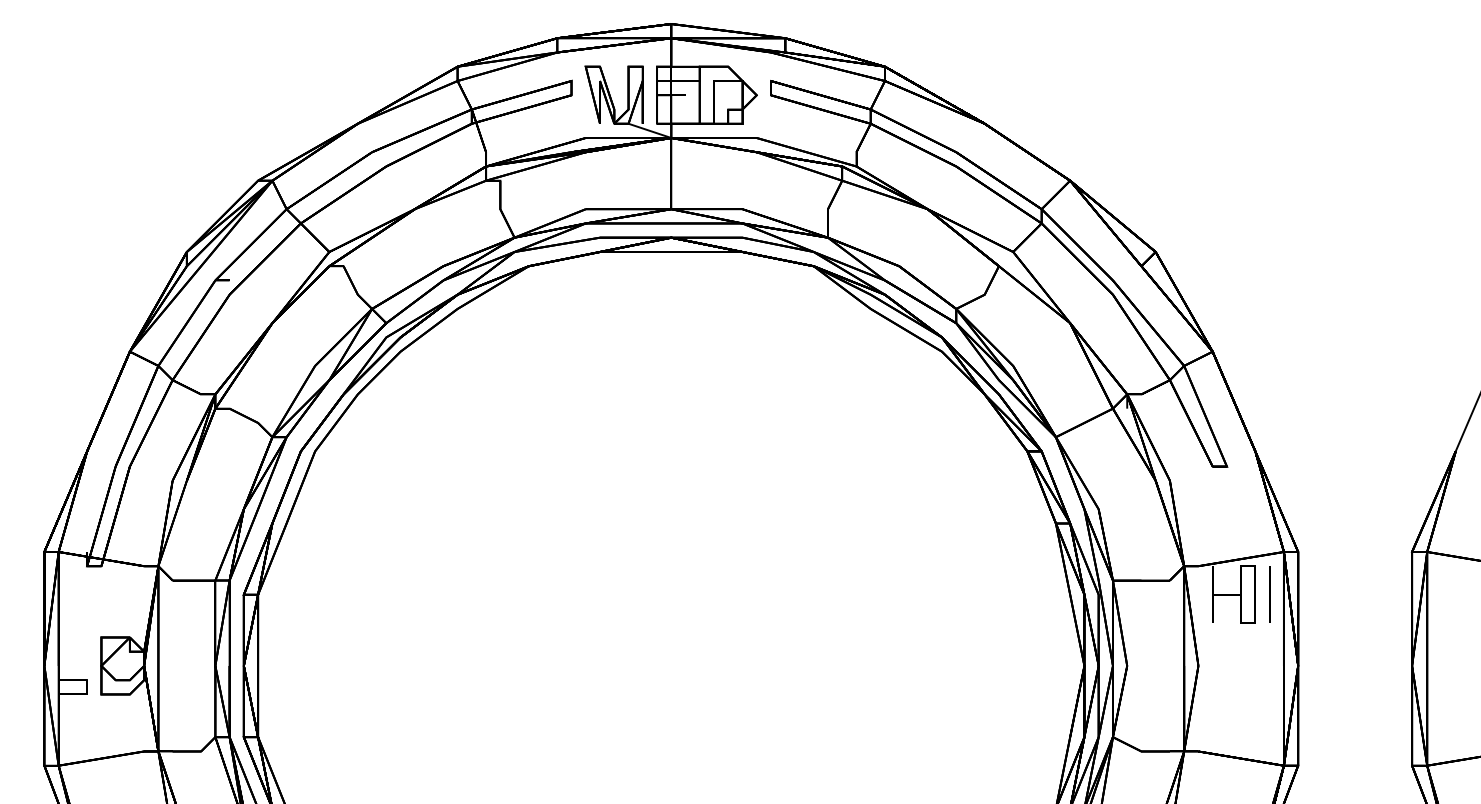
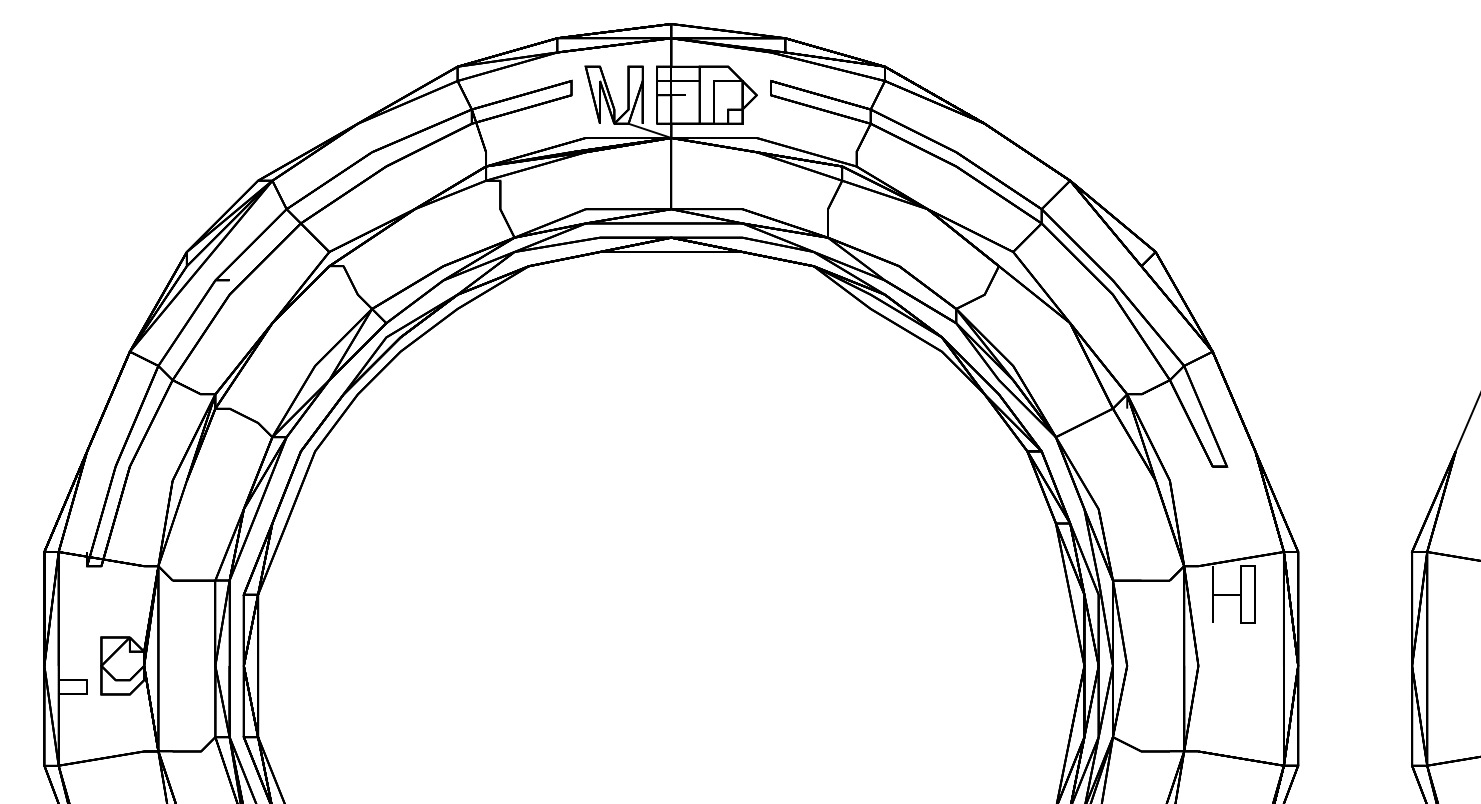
line at (1269, 594): present -> none
